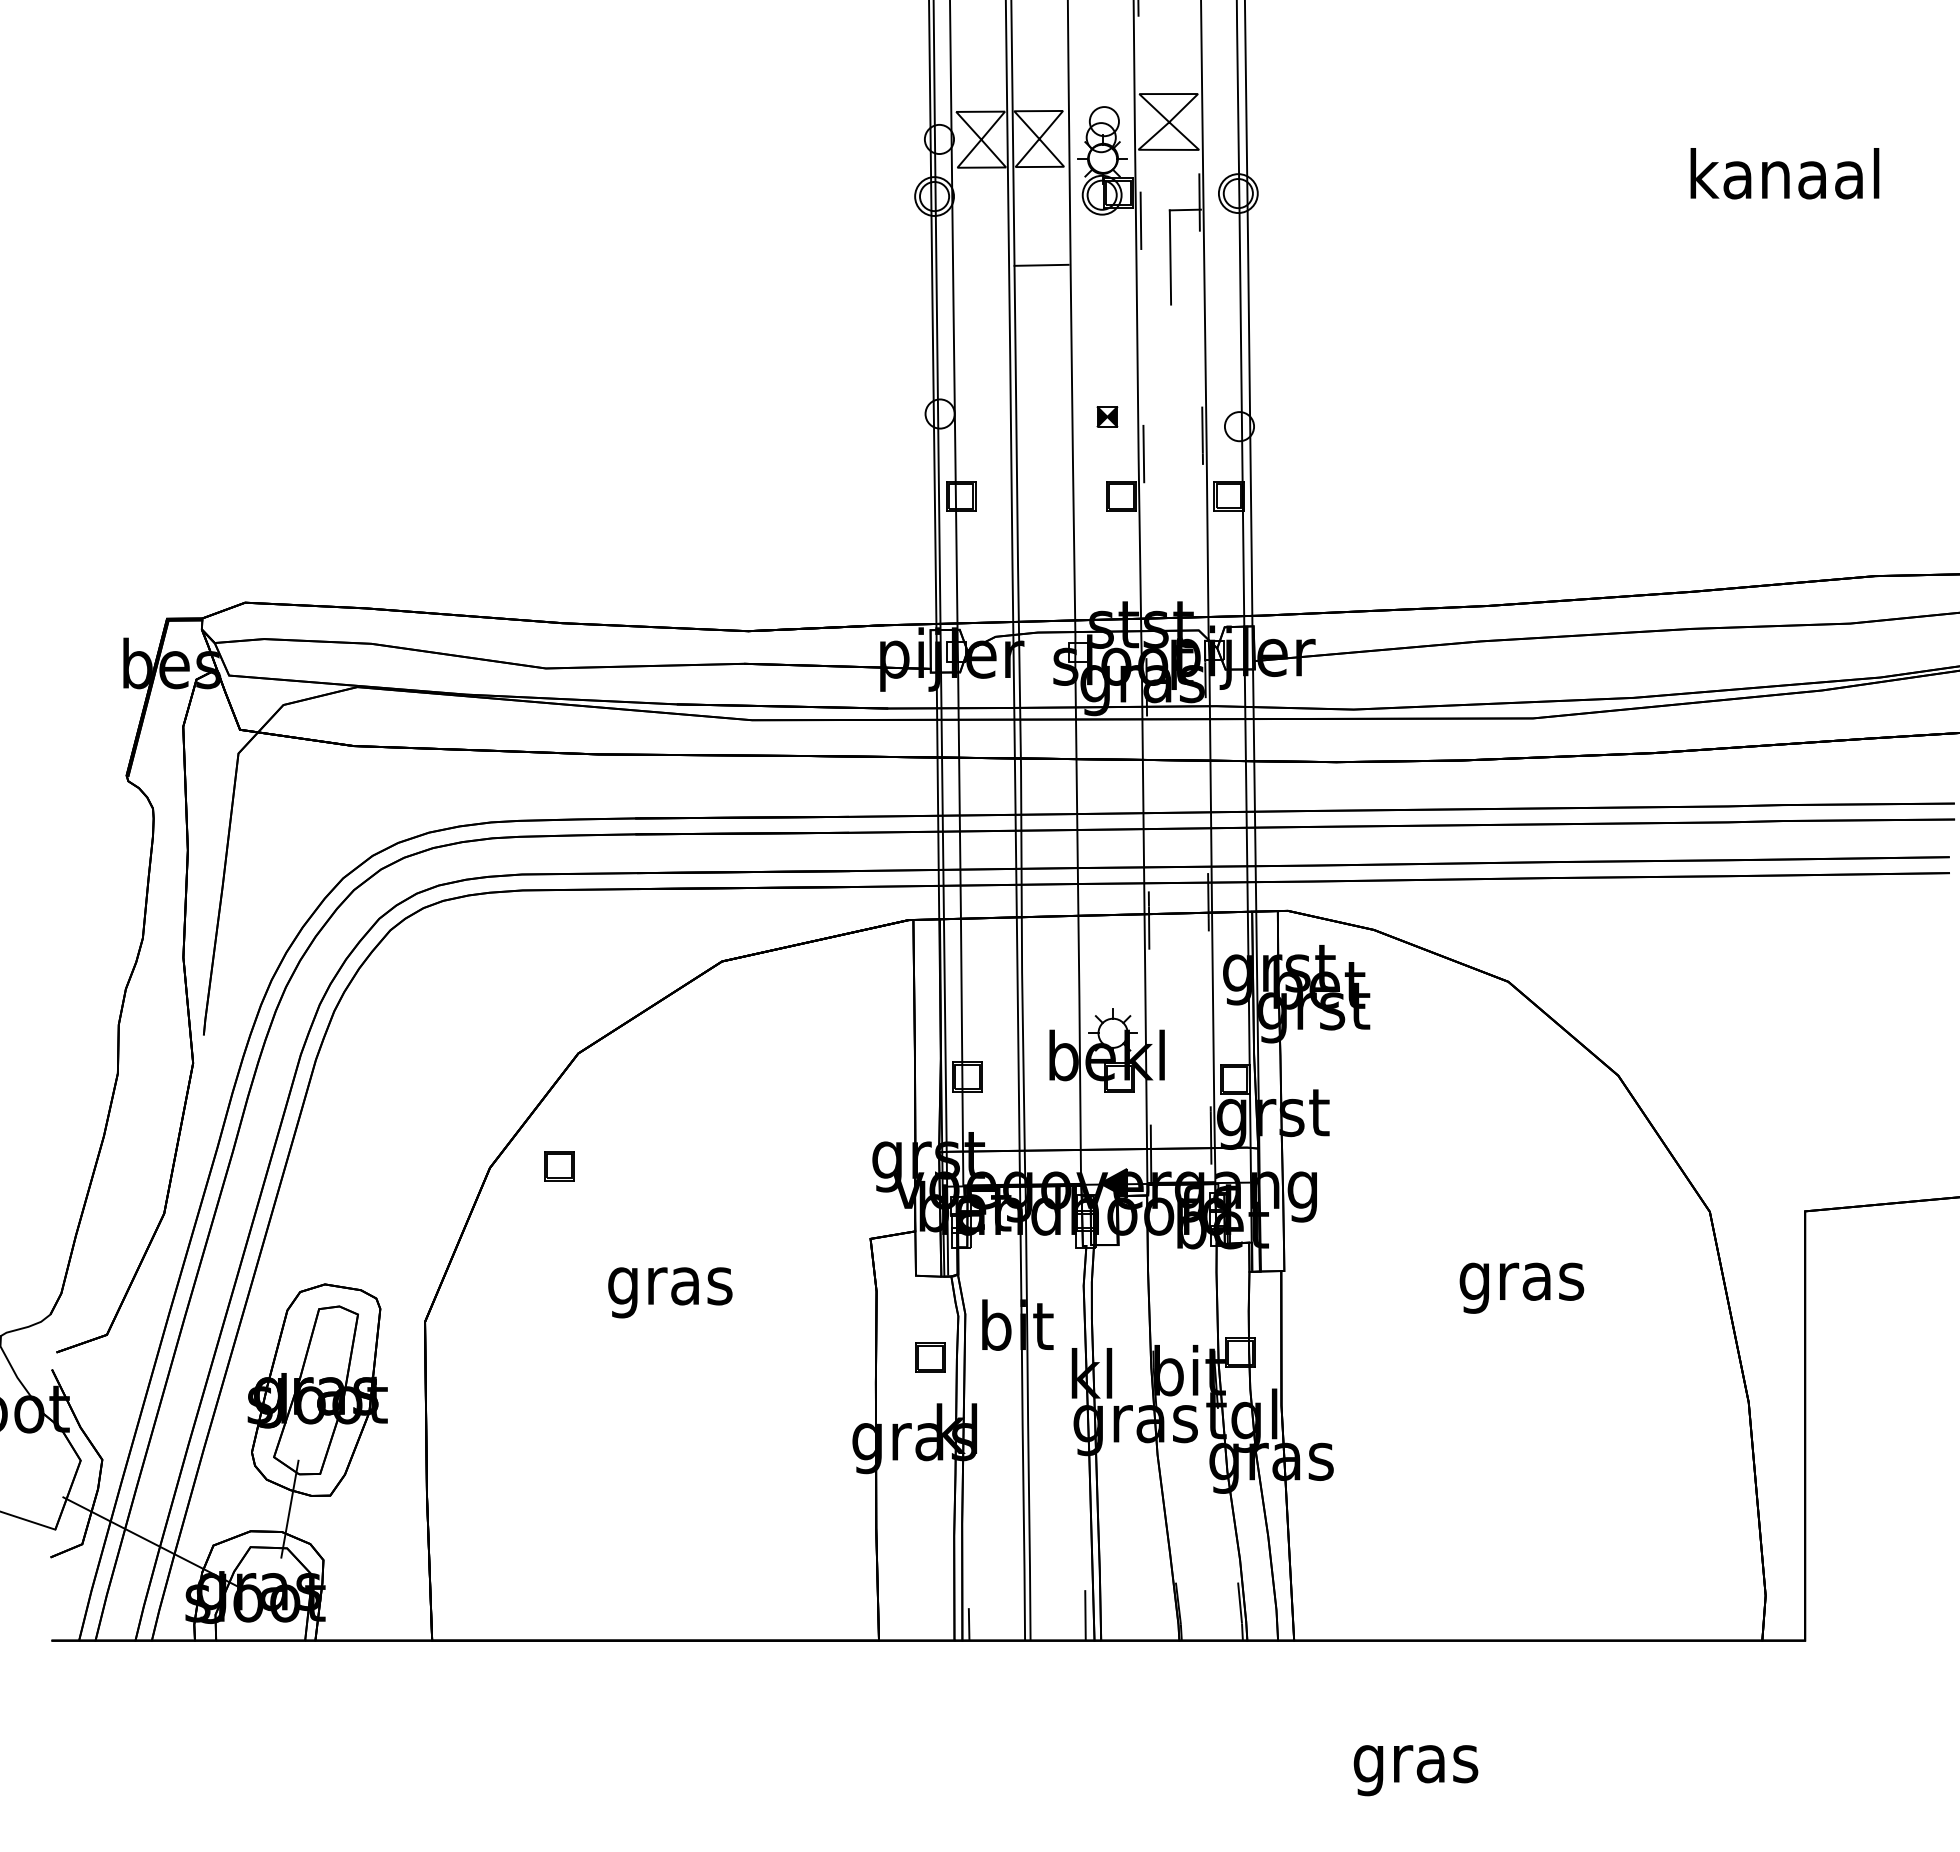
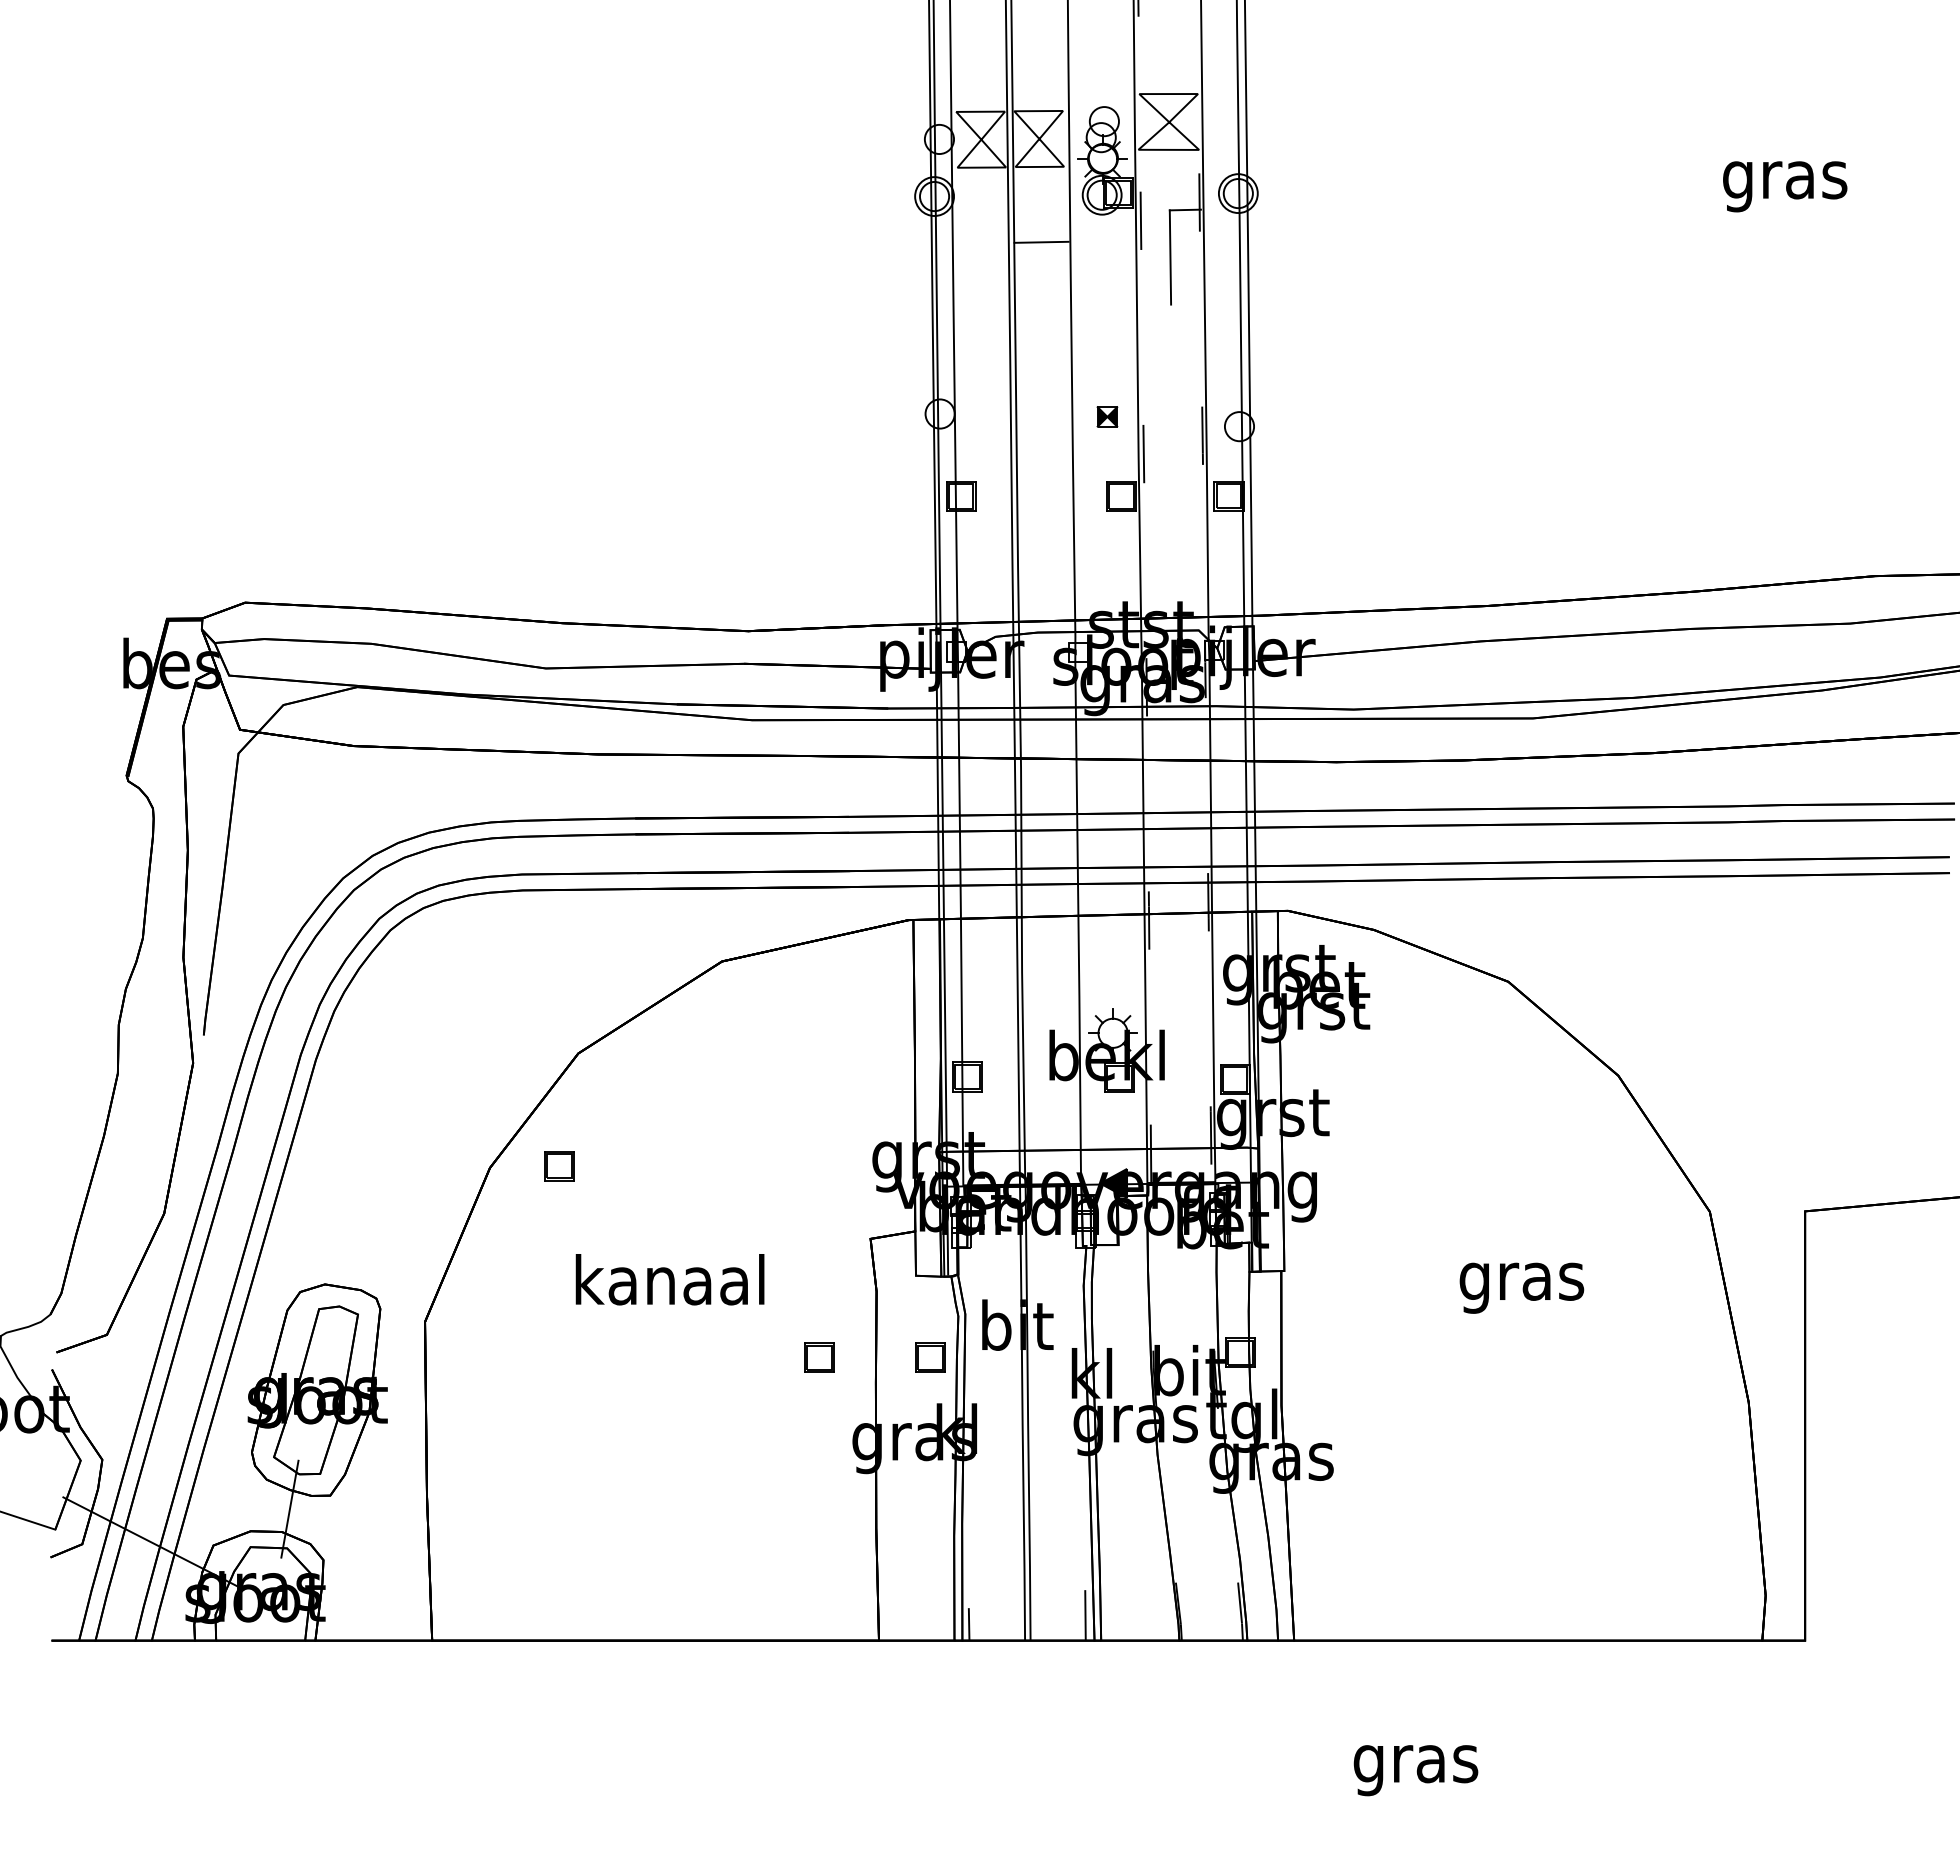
text at (1784, 180): kanaal -> gras
line at (1041, 264) position: (1041, 264) -> (1041, 241)
text at (669, 1286): gras -> kanaal
part at (819, 1357): none -> present
